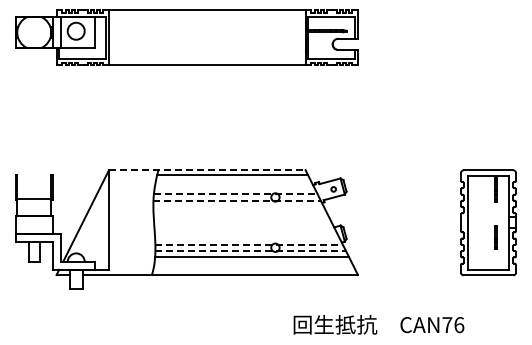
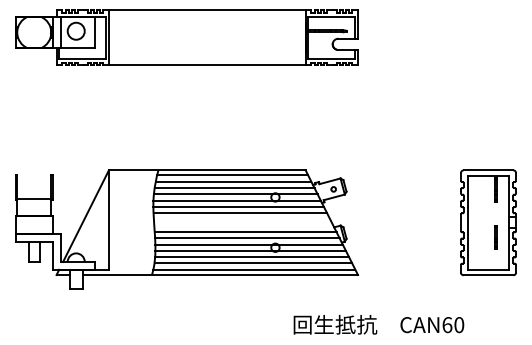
line at (207, 170): dashed -> solid
line at (233, 181): none -> present
line at (234, 188): none -> present
line at (235, 194): dashed -> solid
line at (237, 200): dashed -> solid
line at (238, 206): none -> present
line at (240, 213): none -> present
line at (245, 232): none -> present
line at (247, 238): none -> present
line at (249, 244): dashed -> solid
line at (251, 250): dashed -> solid
line at (253, 263): none -> present
line at (254, 269): none -> present
text at (453, 325): CAN76 -> CAN60
